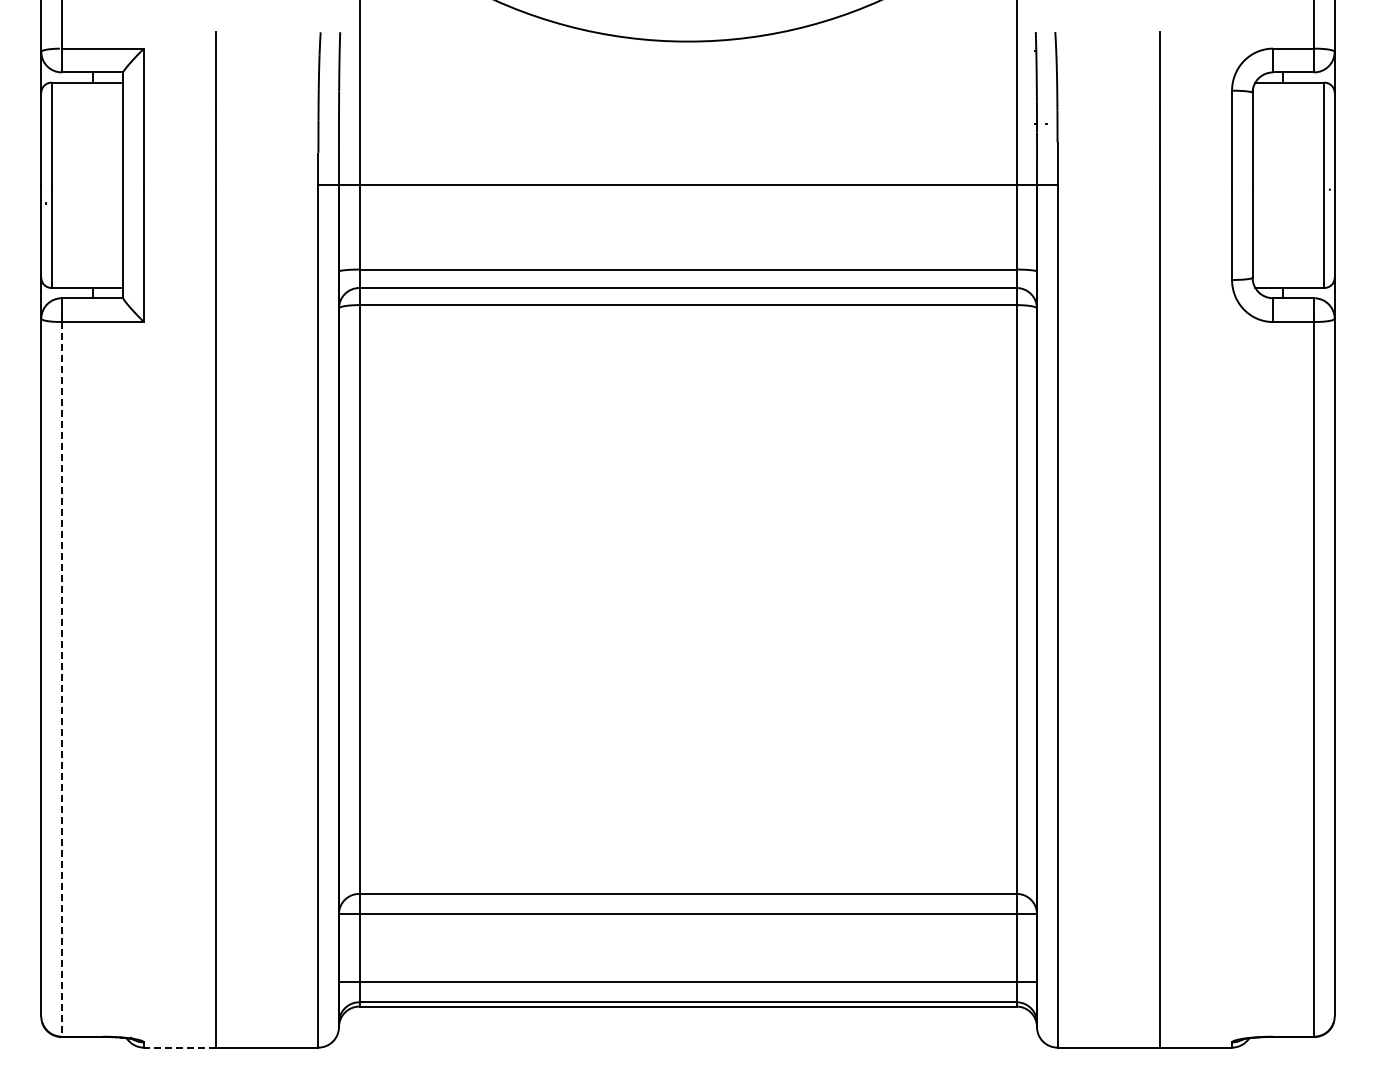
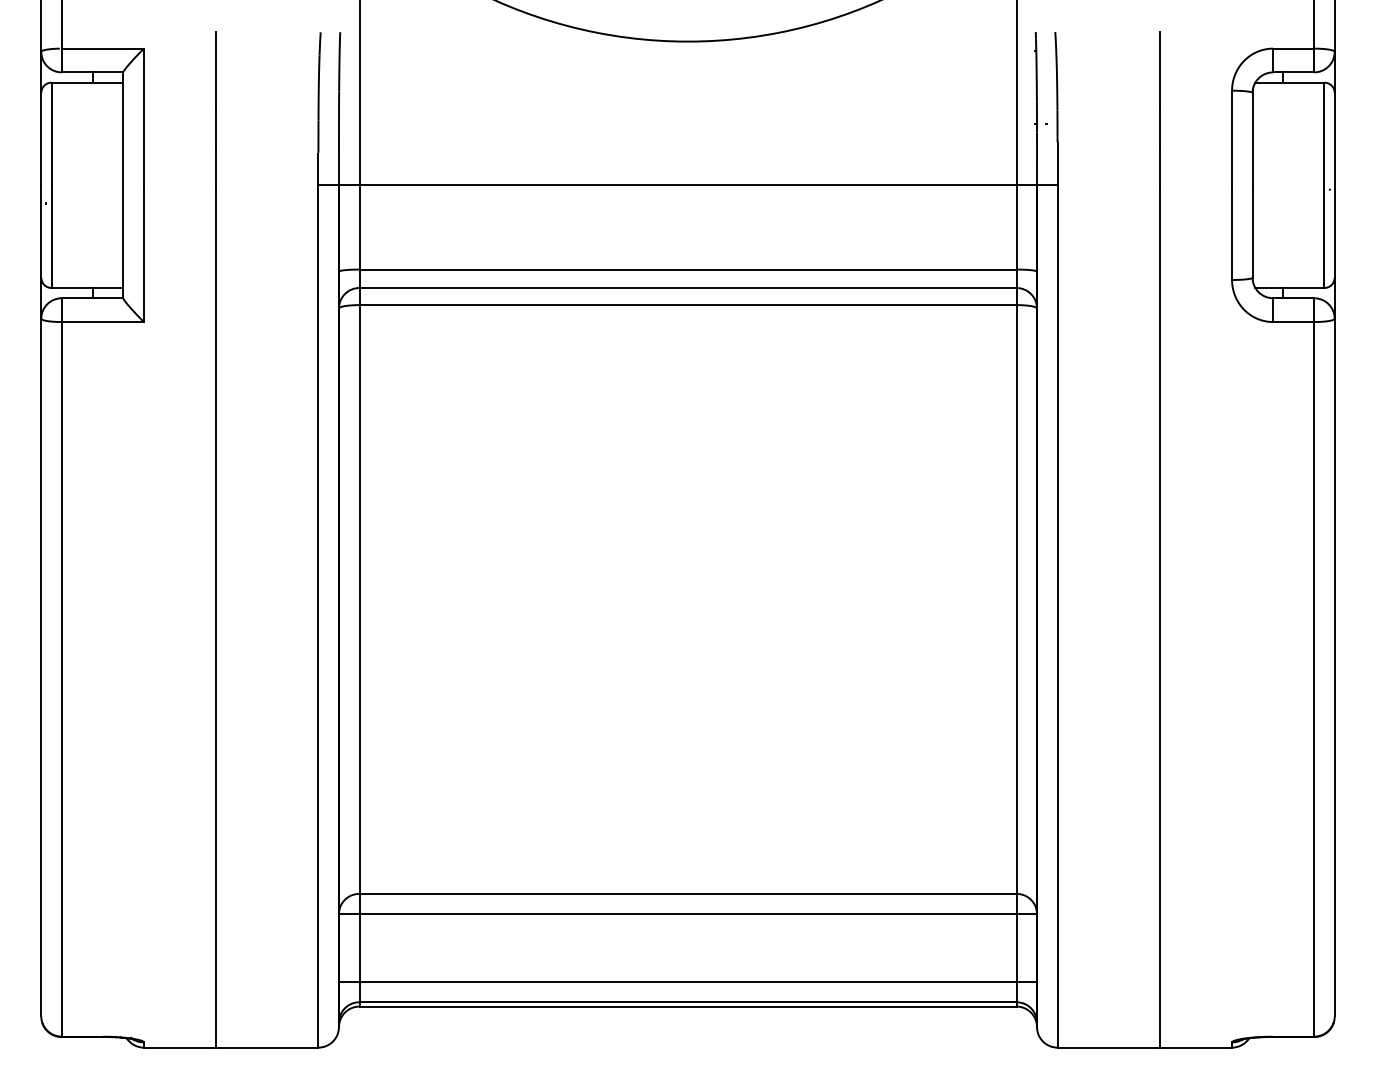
line at (61, 679): dashed -> solid
line at (179, 1047): dashed -> solid
